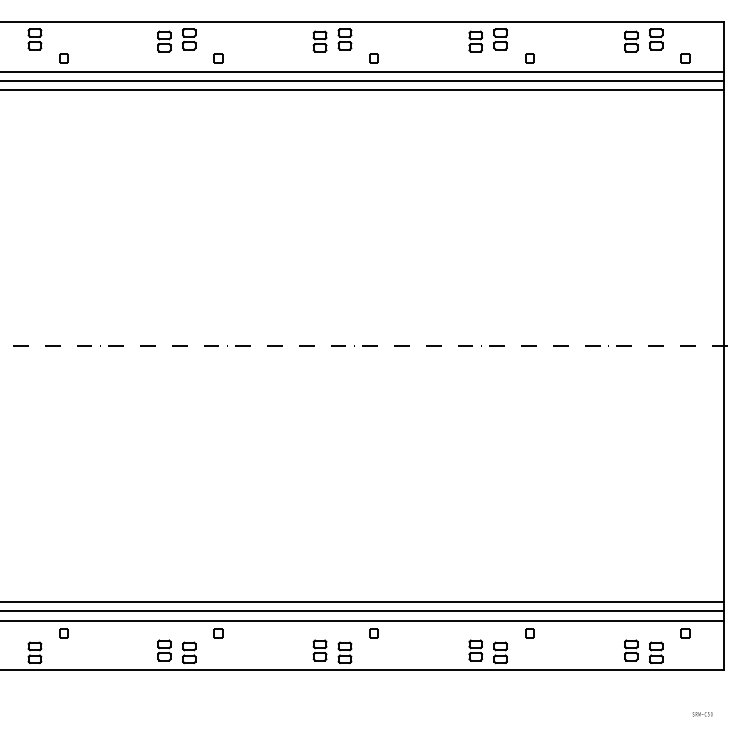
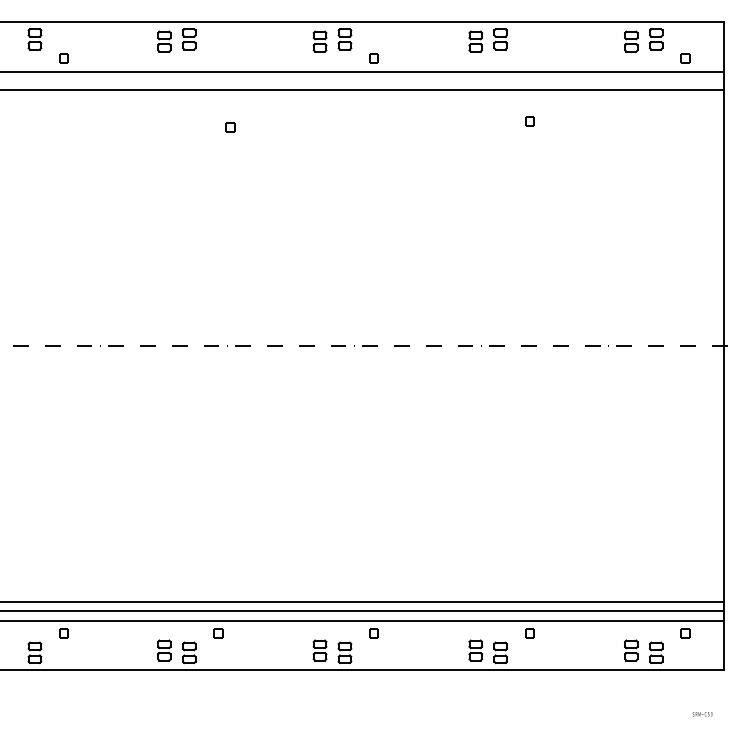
part at (218, 58) position: (218, 58) -> (230, 127)
part at (529, 58) position: (529, 58) -> (529, 121)
line at (362, 80): present -> none
